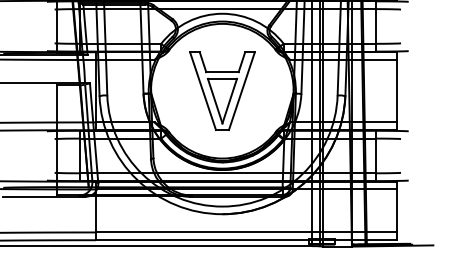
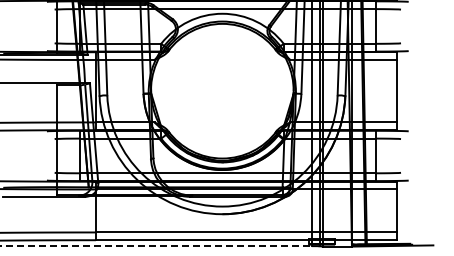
part at (222, 90): present -> none
line at (156, 246): solid -> dashed
